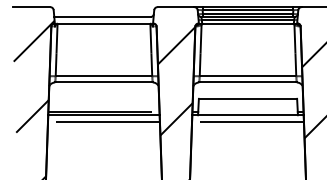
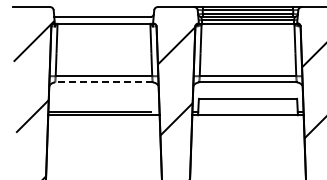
line at (103, 82): solid -> dashed
line at (103, 122): present -> none
line at (247, 122): present -> none
